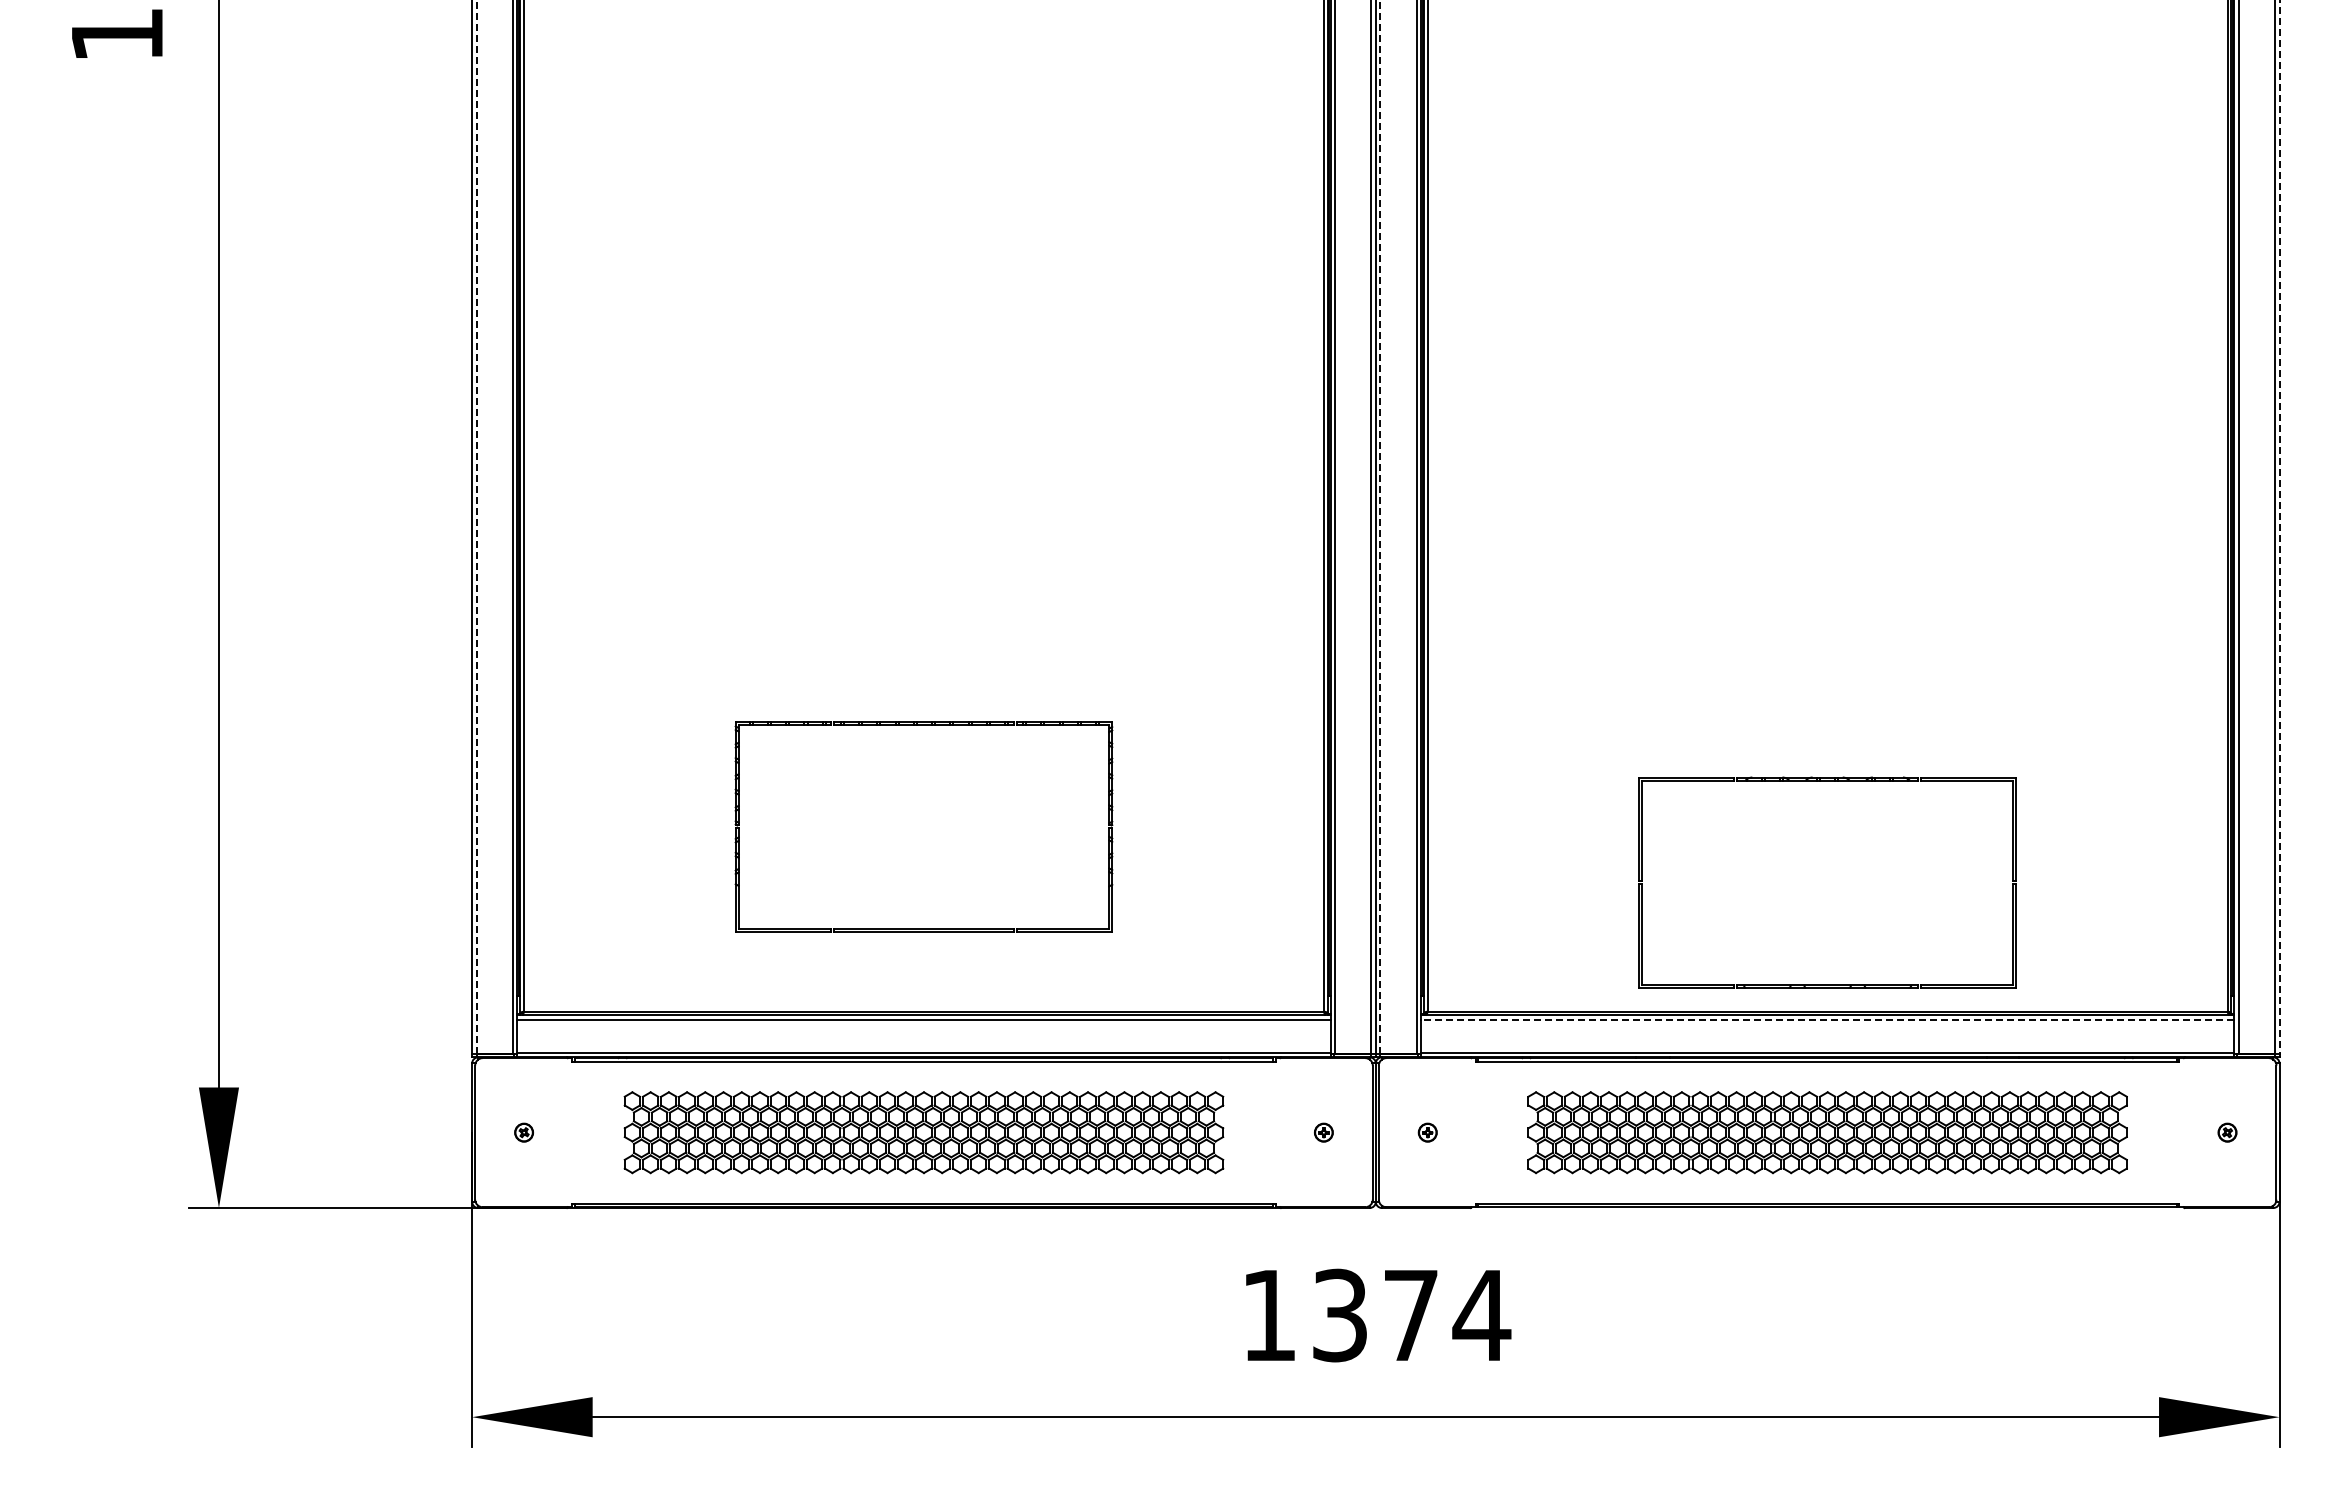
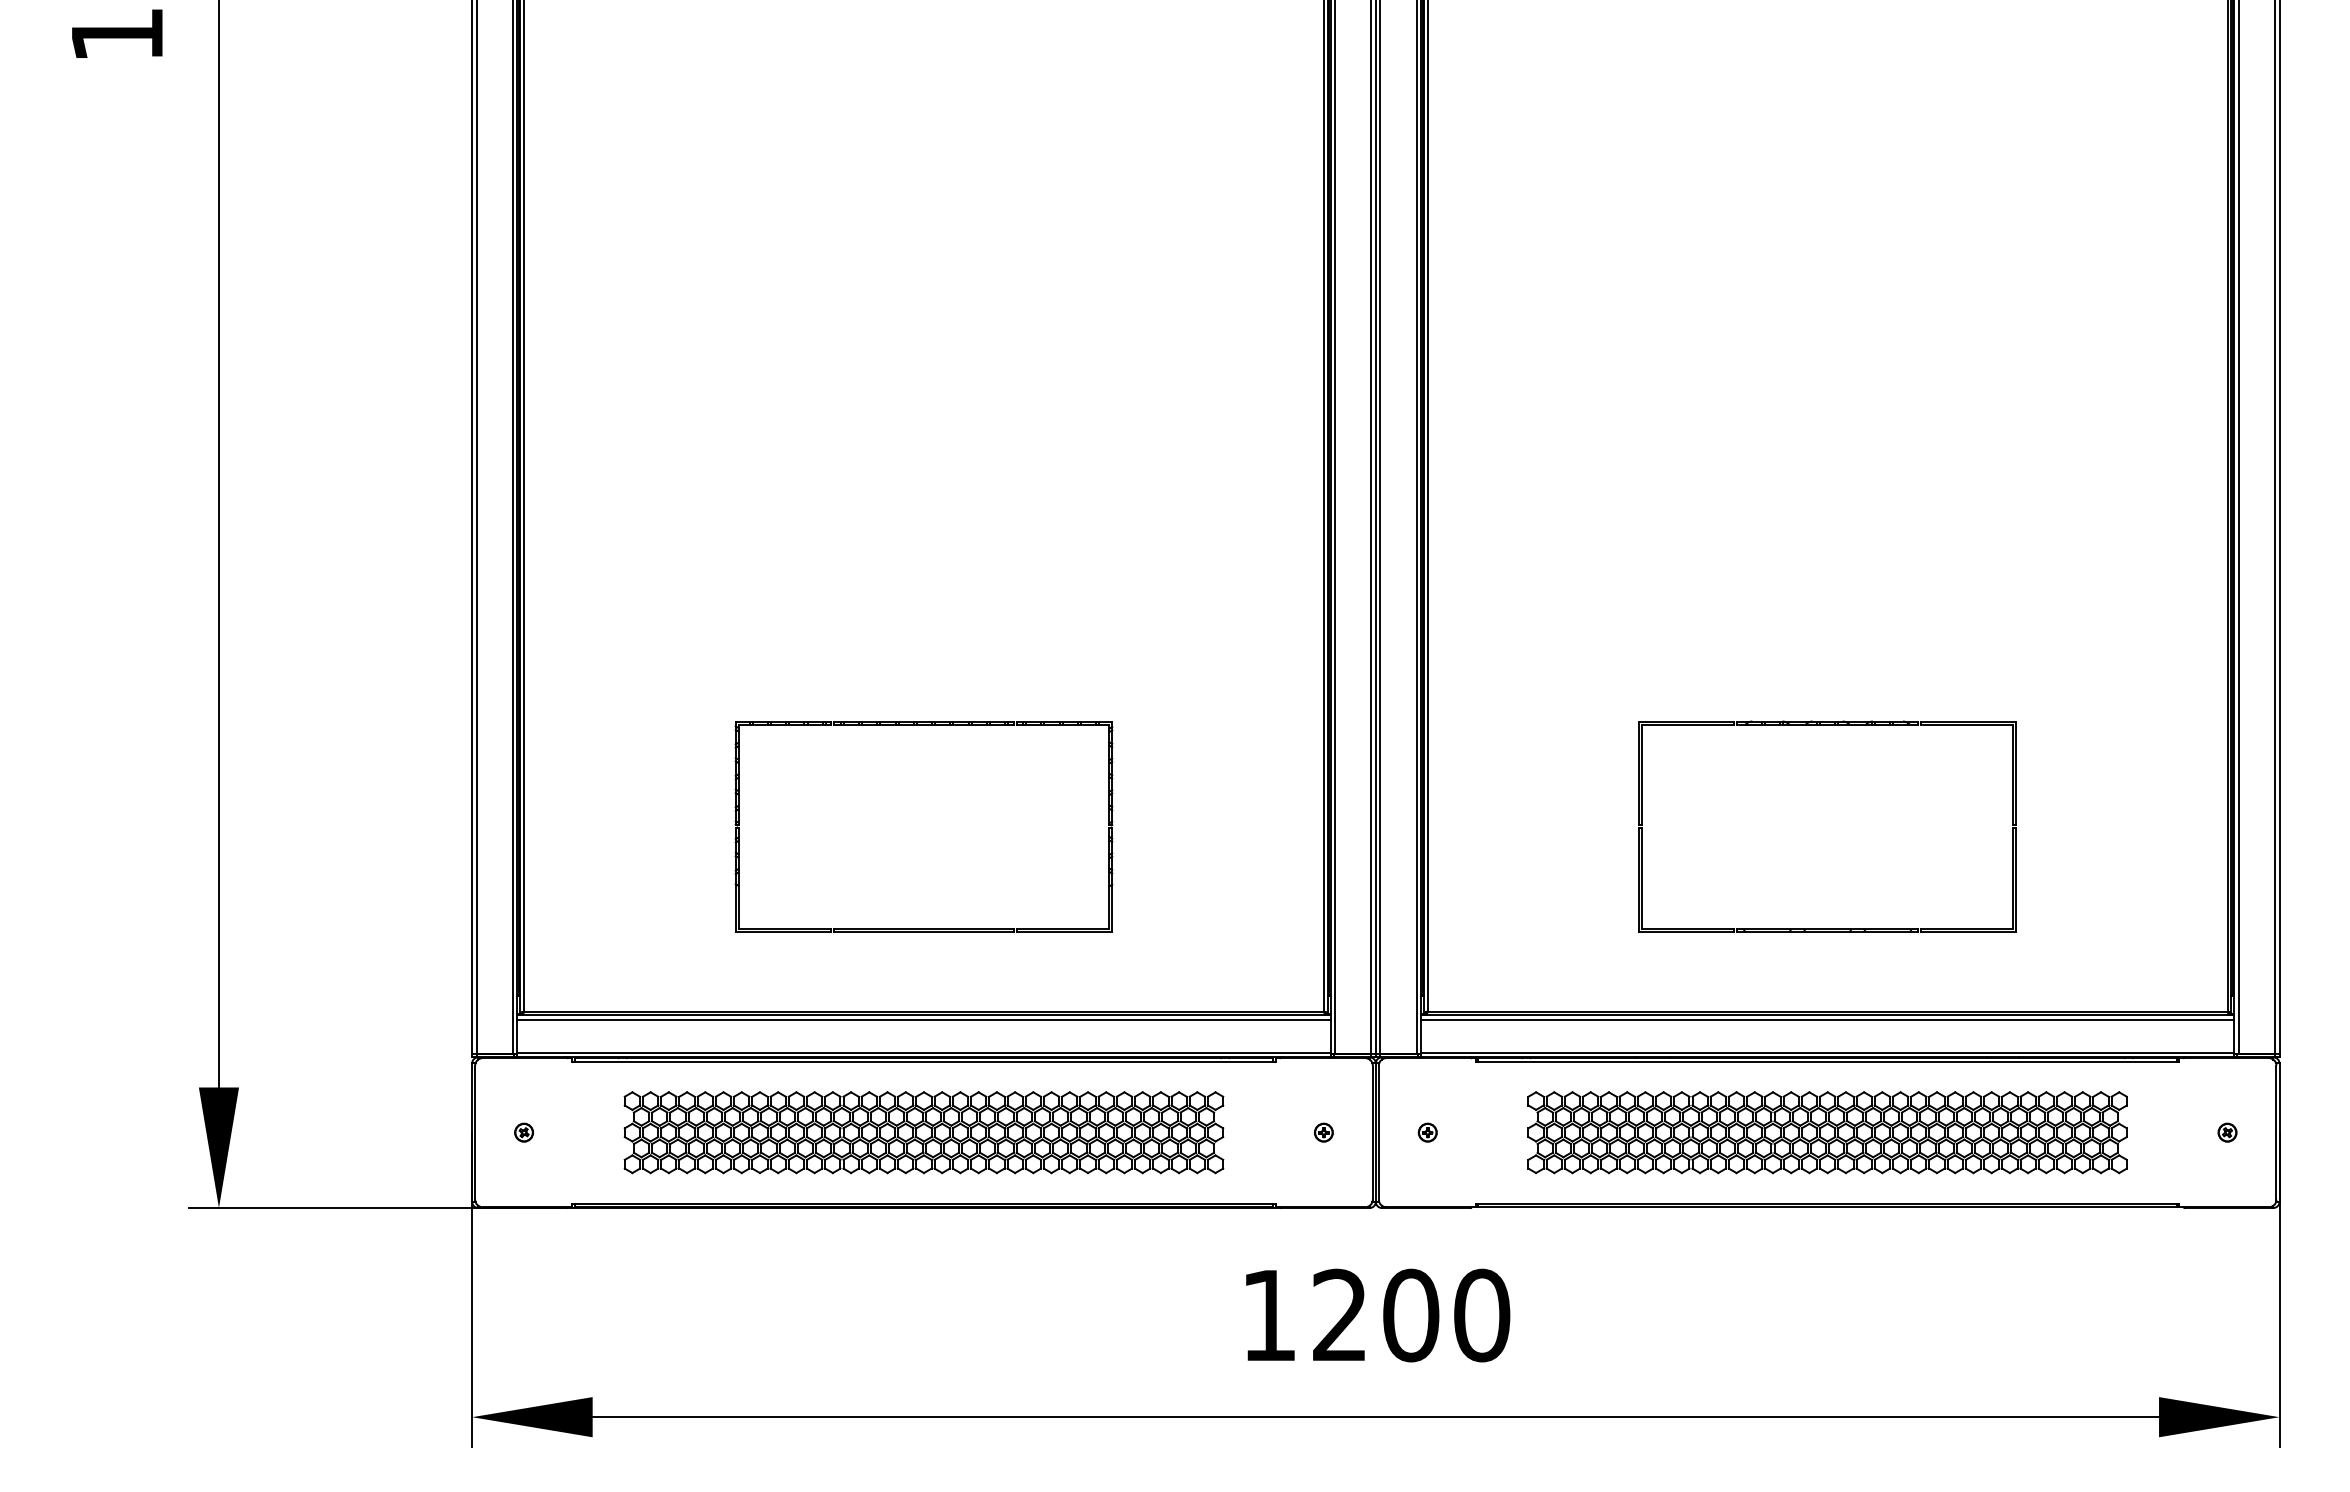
line at (476, 527): dashed -> solid
line at (1380, 527): dashed -> solid
line at (2279, 527): dashed -> solid
part at (1827, 781) position: (1827, 781) -> (1827, 725)
line at (1827, 1019): dashed -> solid
text at (1412, 1315): 1374 -> 1200
